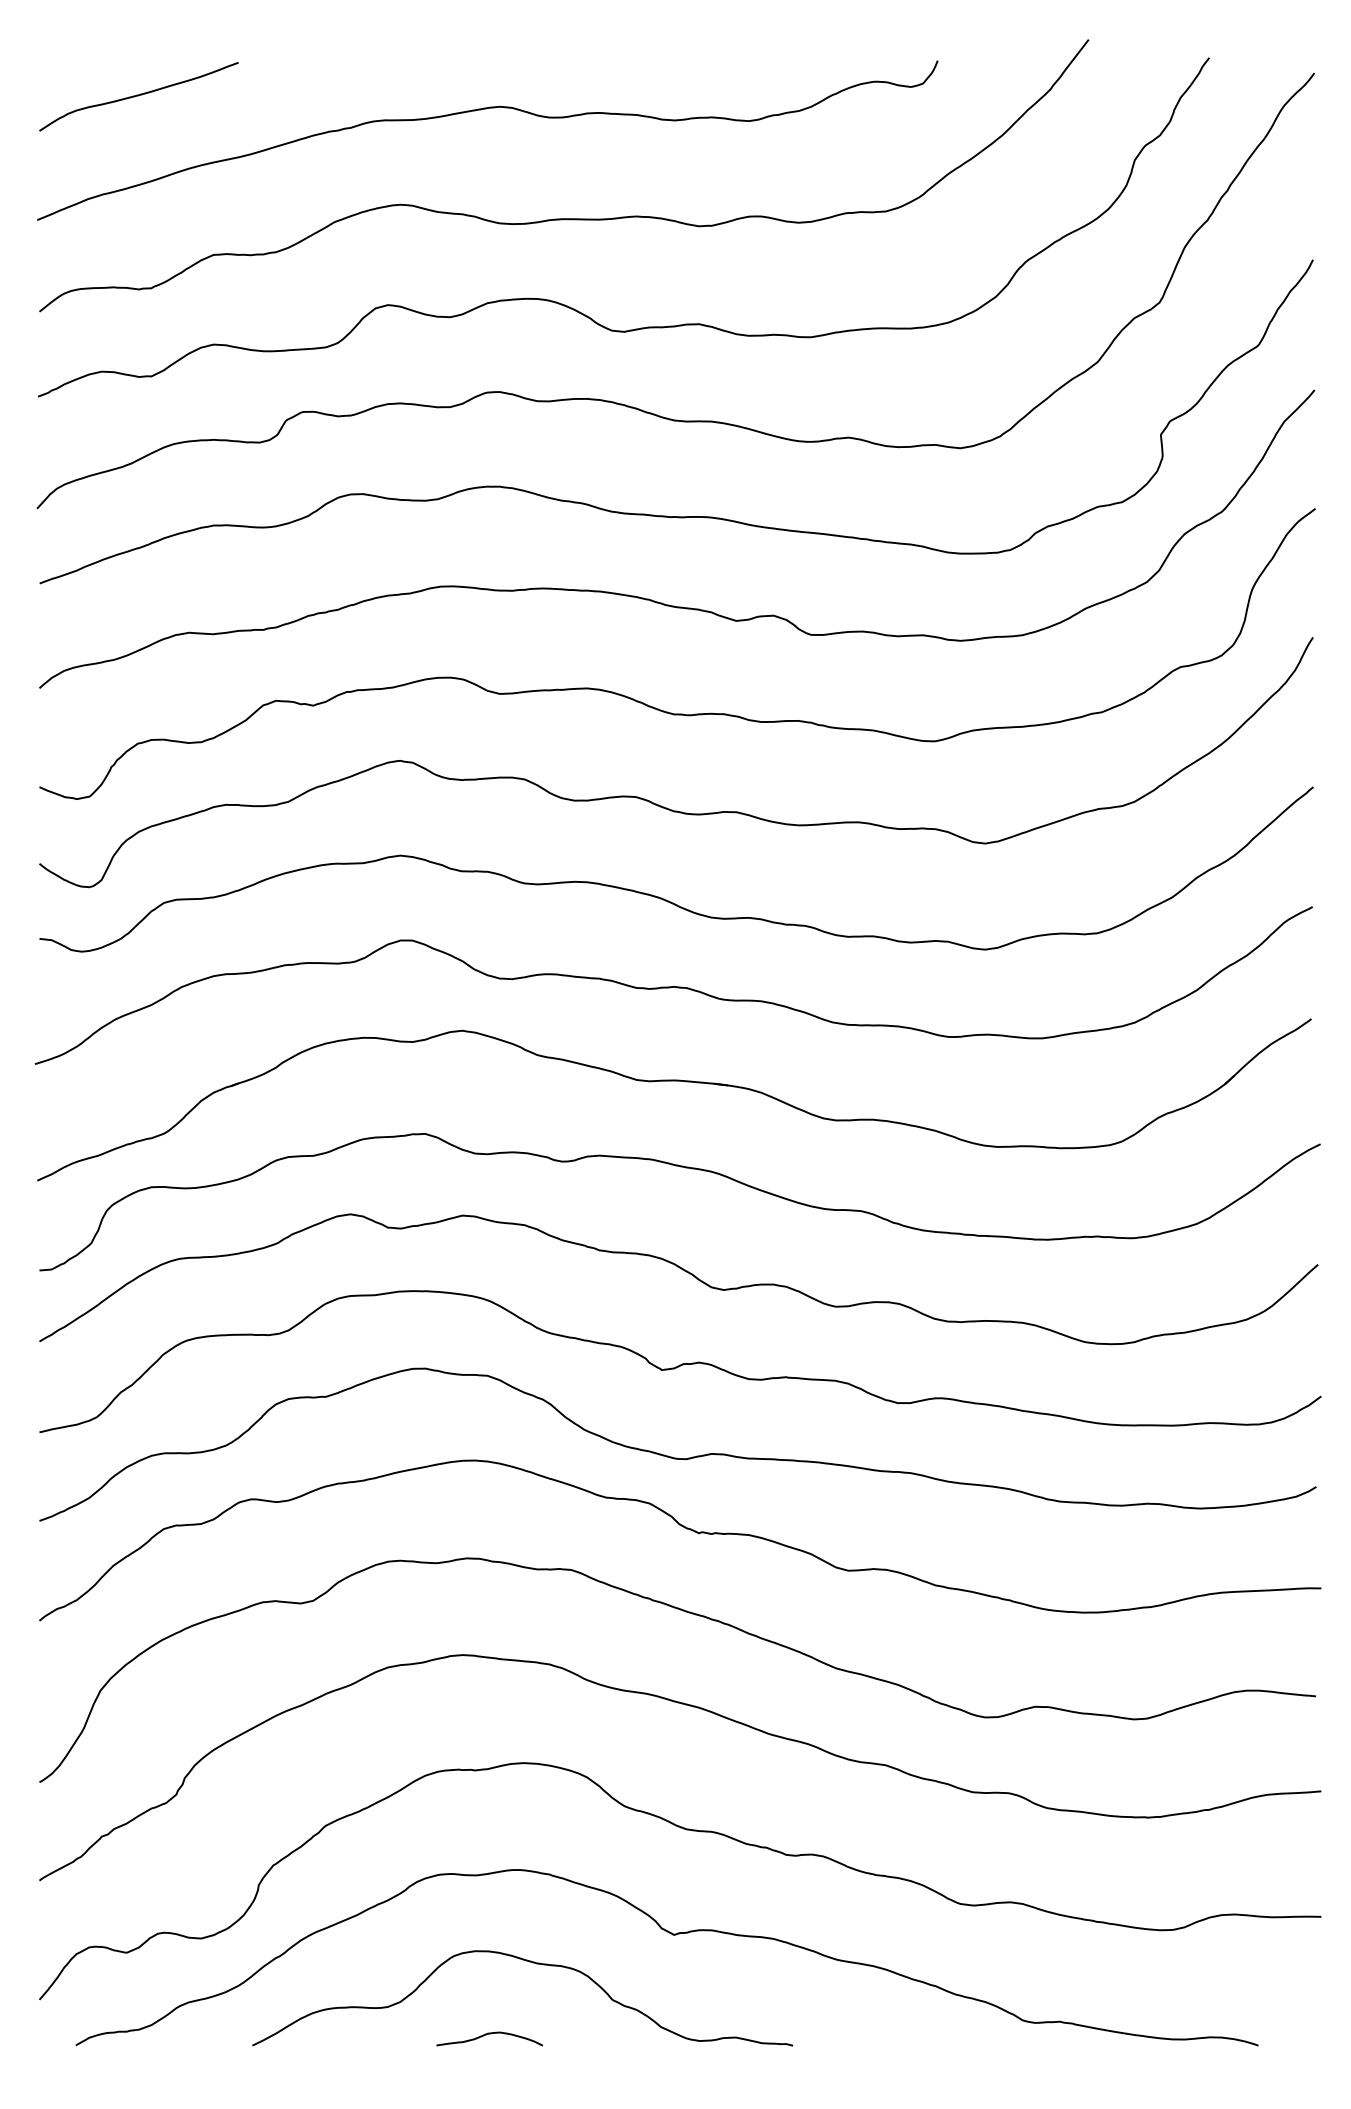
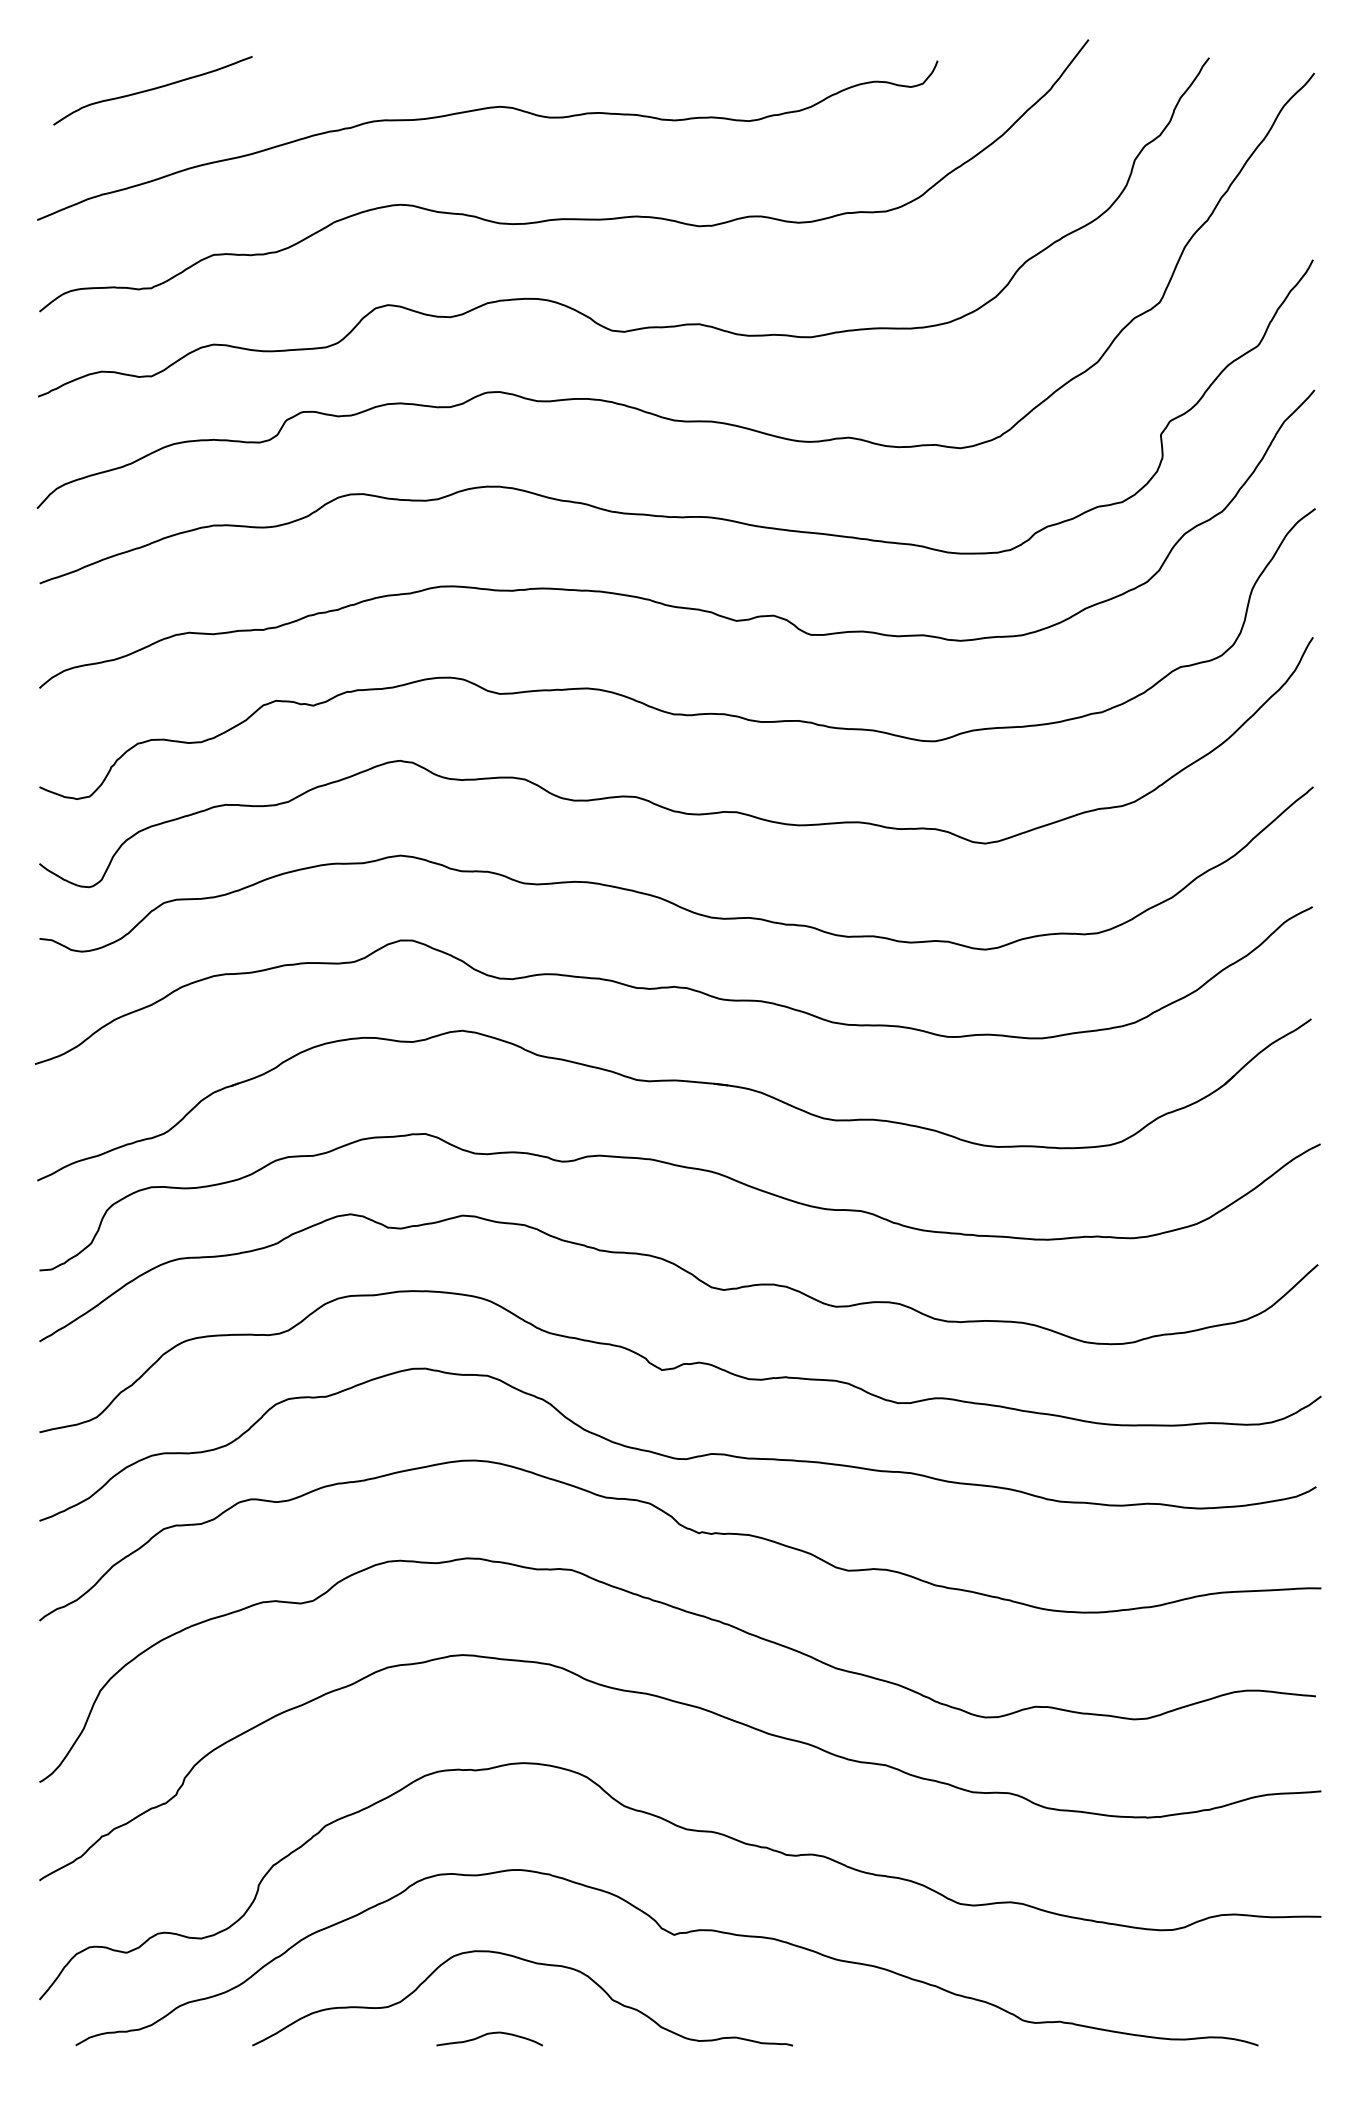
curve at (138, 96) position: (138, 96) -> (152, 90)
